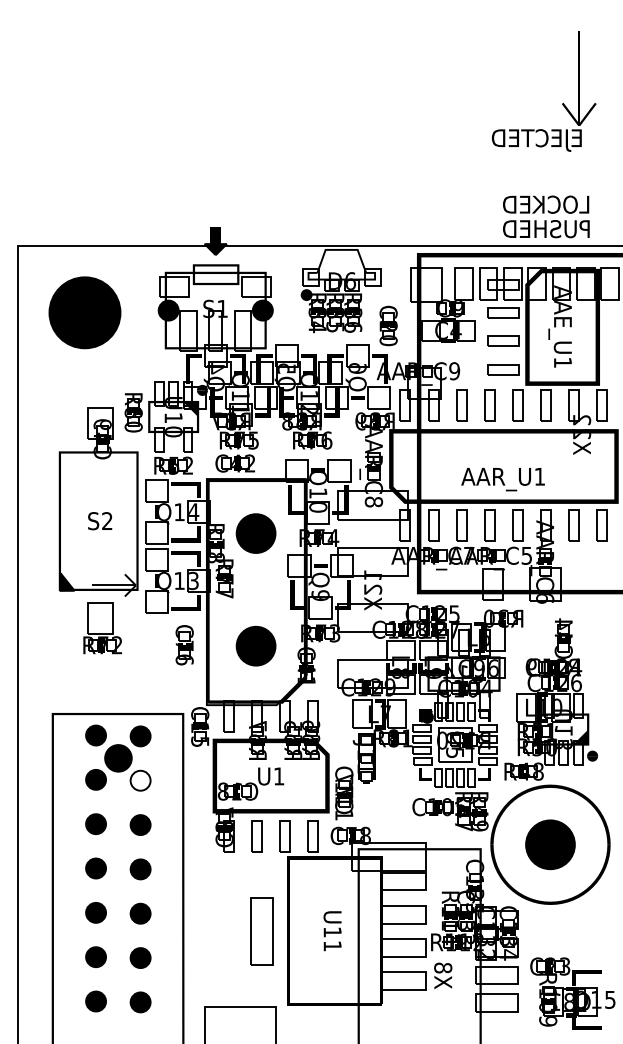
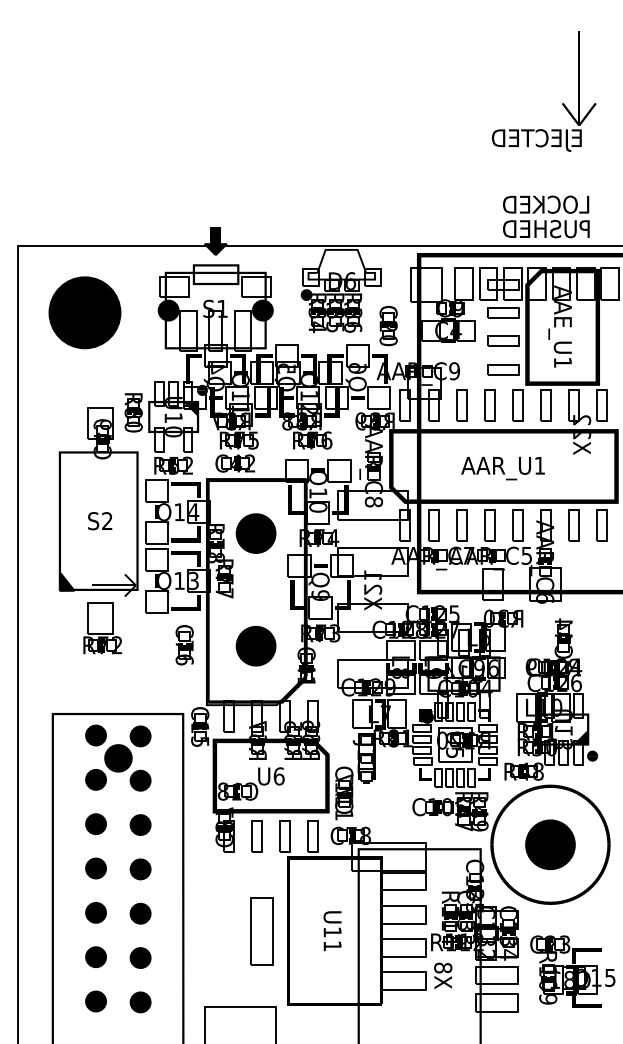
text at (502, 479) position: (502, 479) -> (502, 468)
text at (278, 776): U1 -> U6
fill at (140, 780): none -> present
part at (572, 993) position: (572, 993) -> (572, 971)
